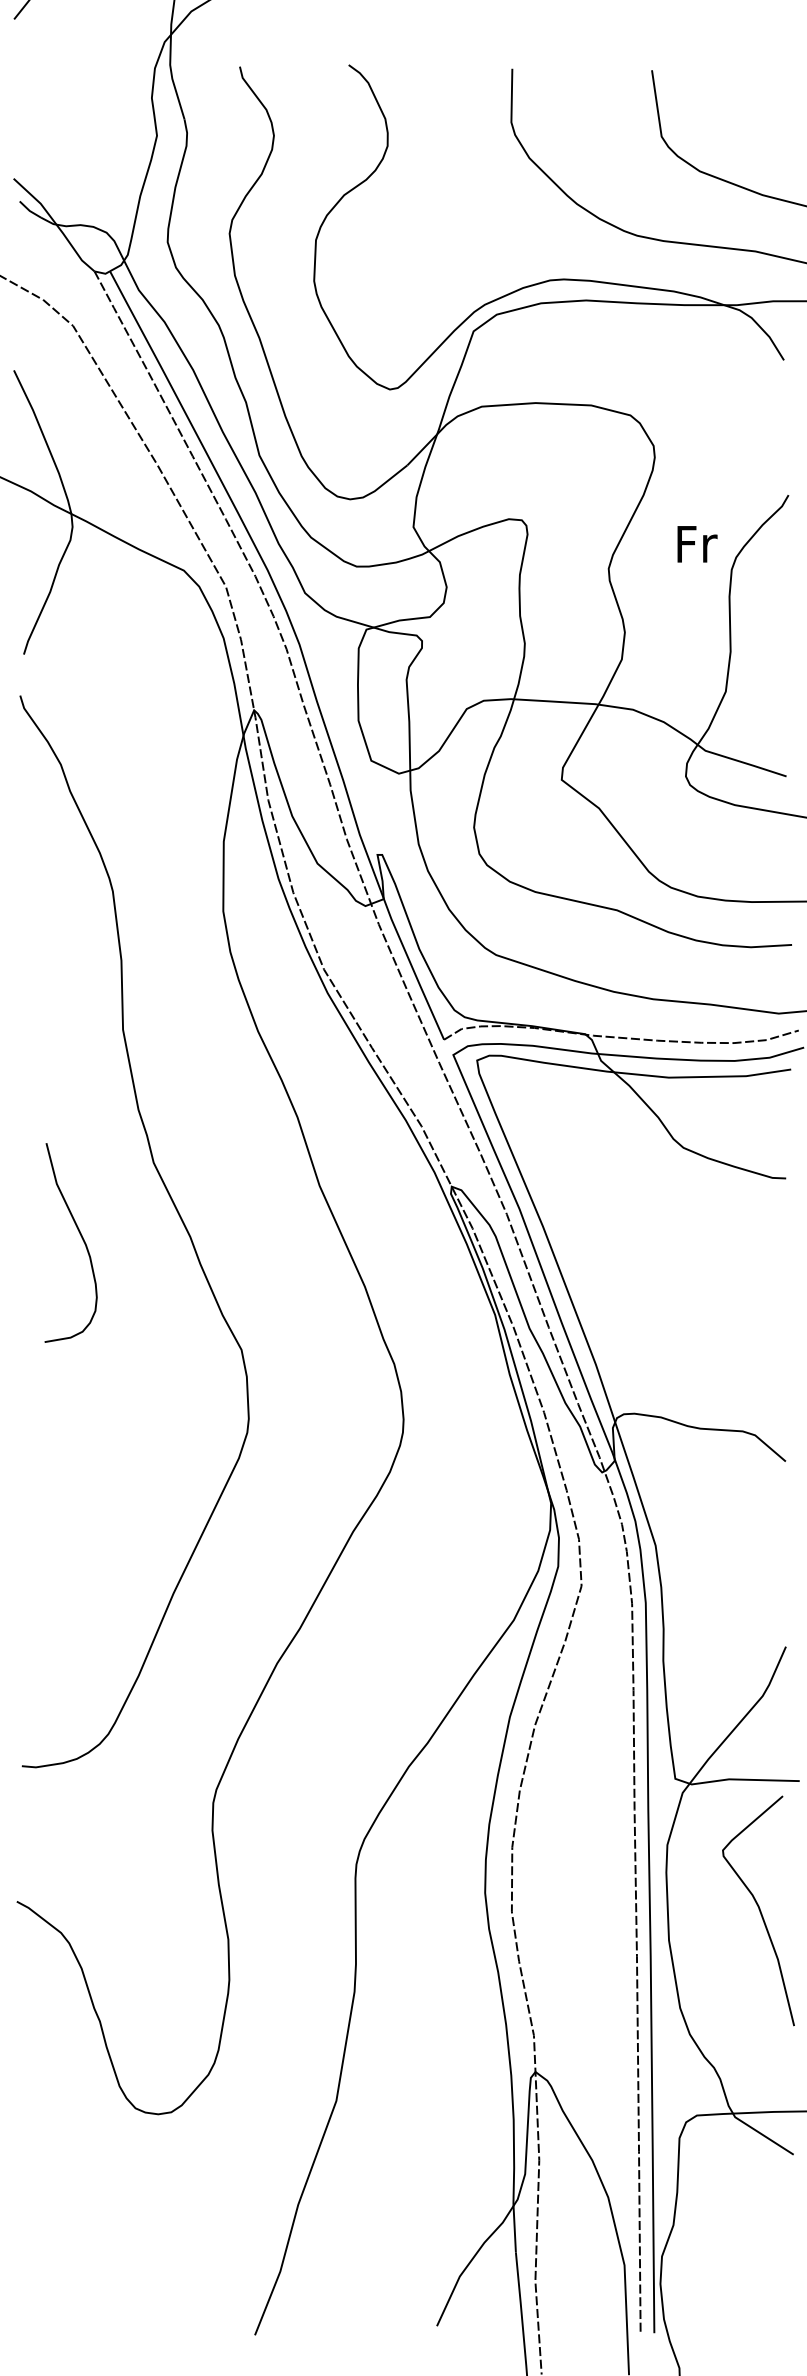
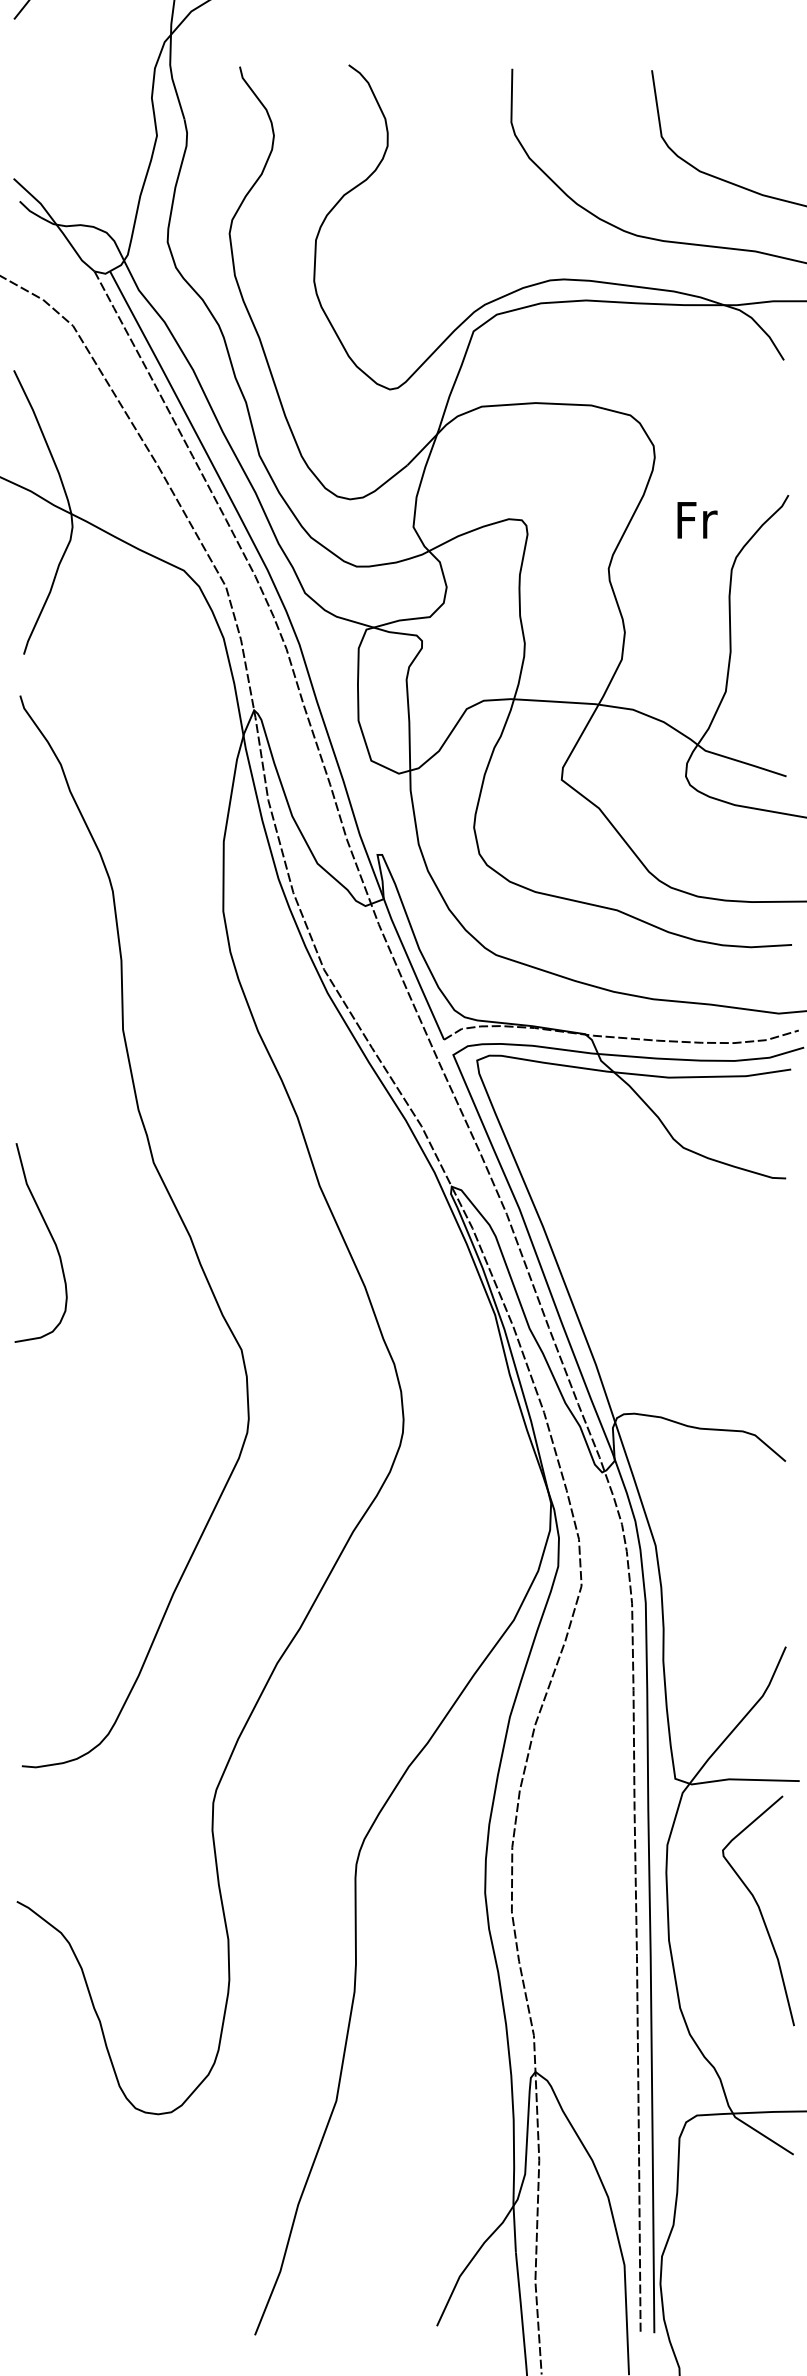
text at (697, 544) position: (697, 544) -> (697, 520)
curve at (80, 1236) position: (80, 1236) -> (50, 1236)
